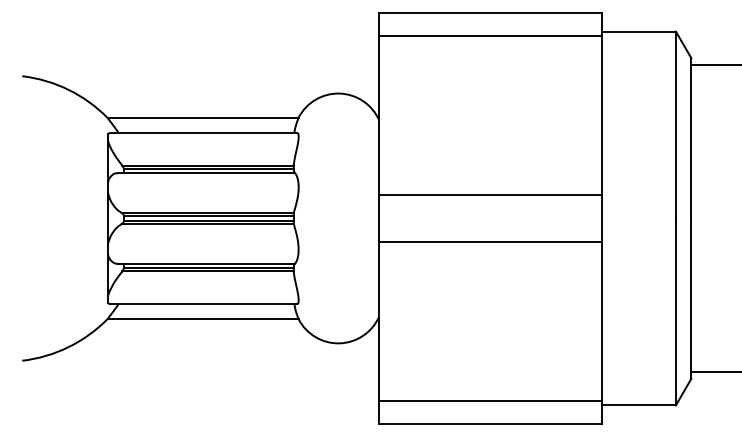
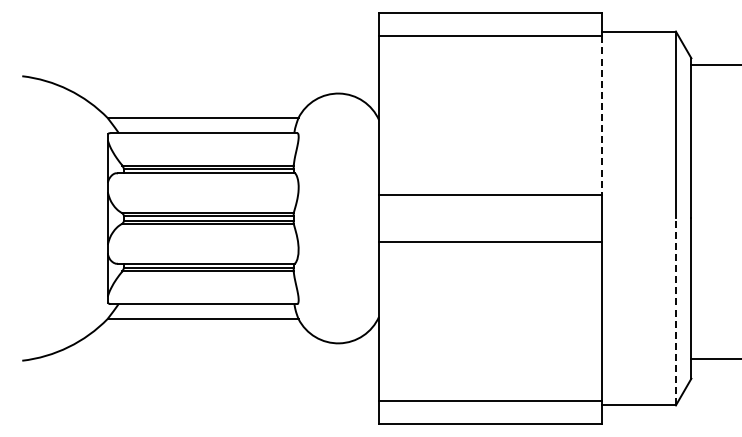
line at (602, 115): solid -> dashed
line at (675, 311): solid -> dashed
line at (714, 371) position: (714, 371) -> (714, 358)
